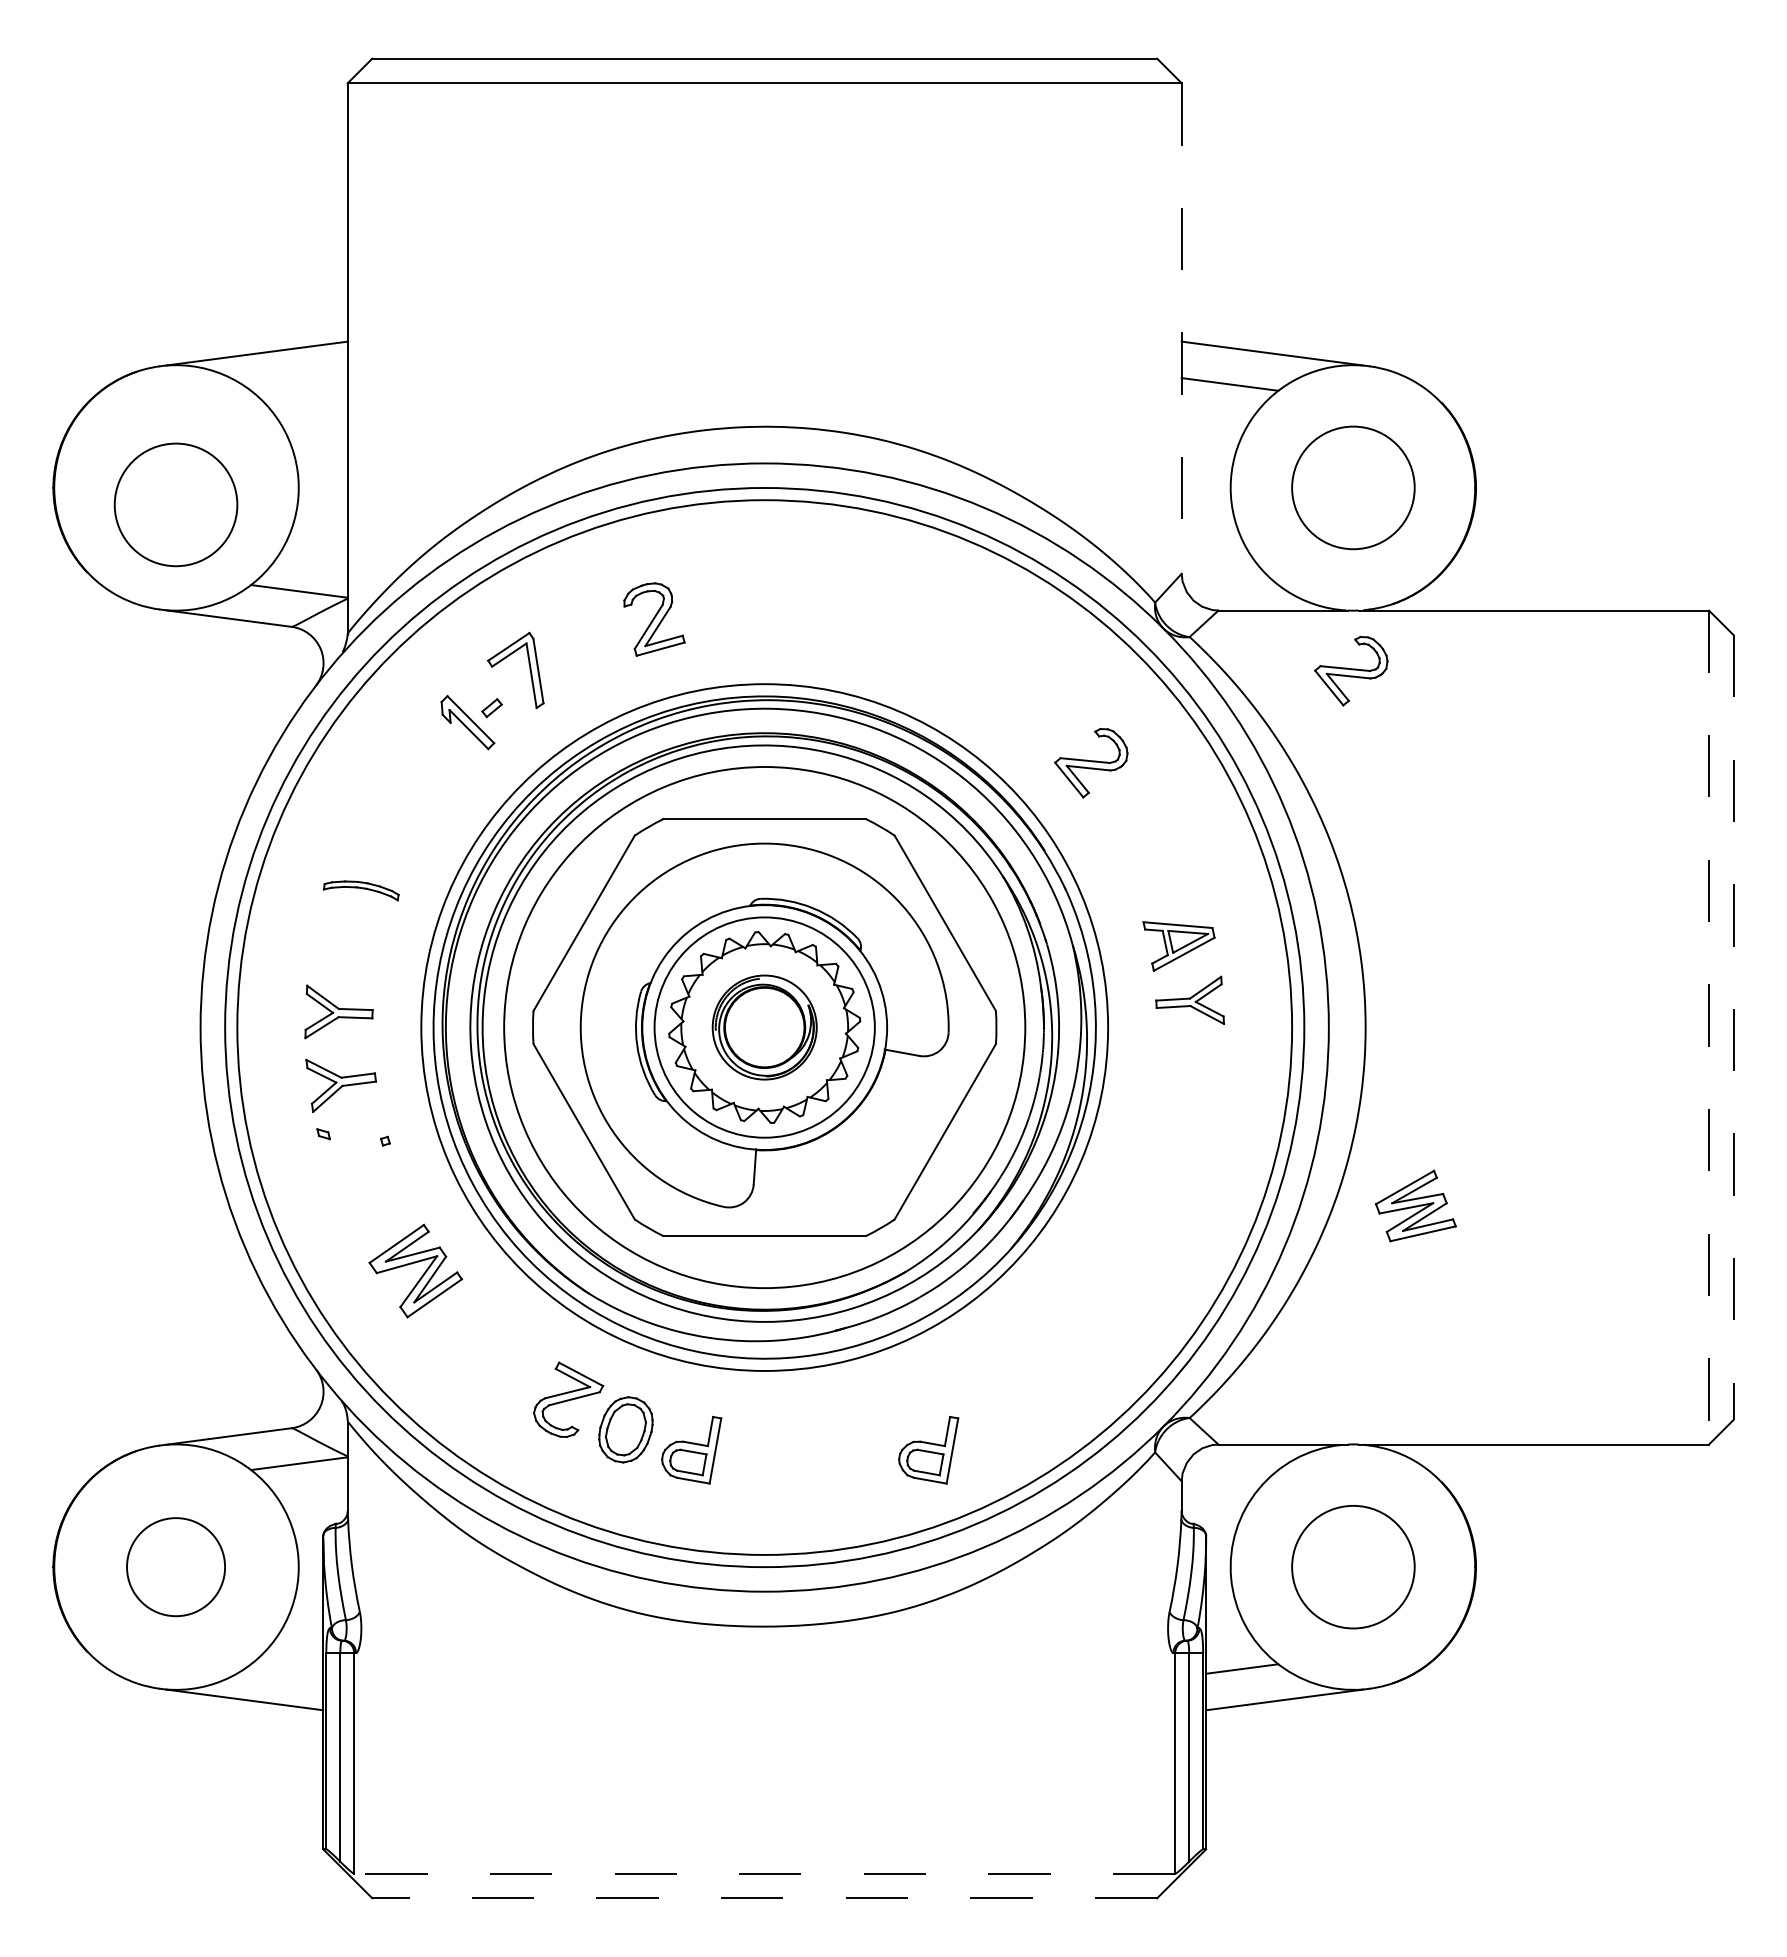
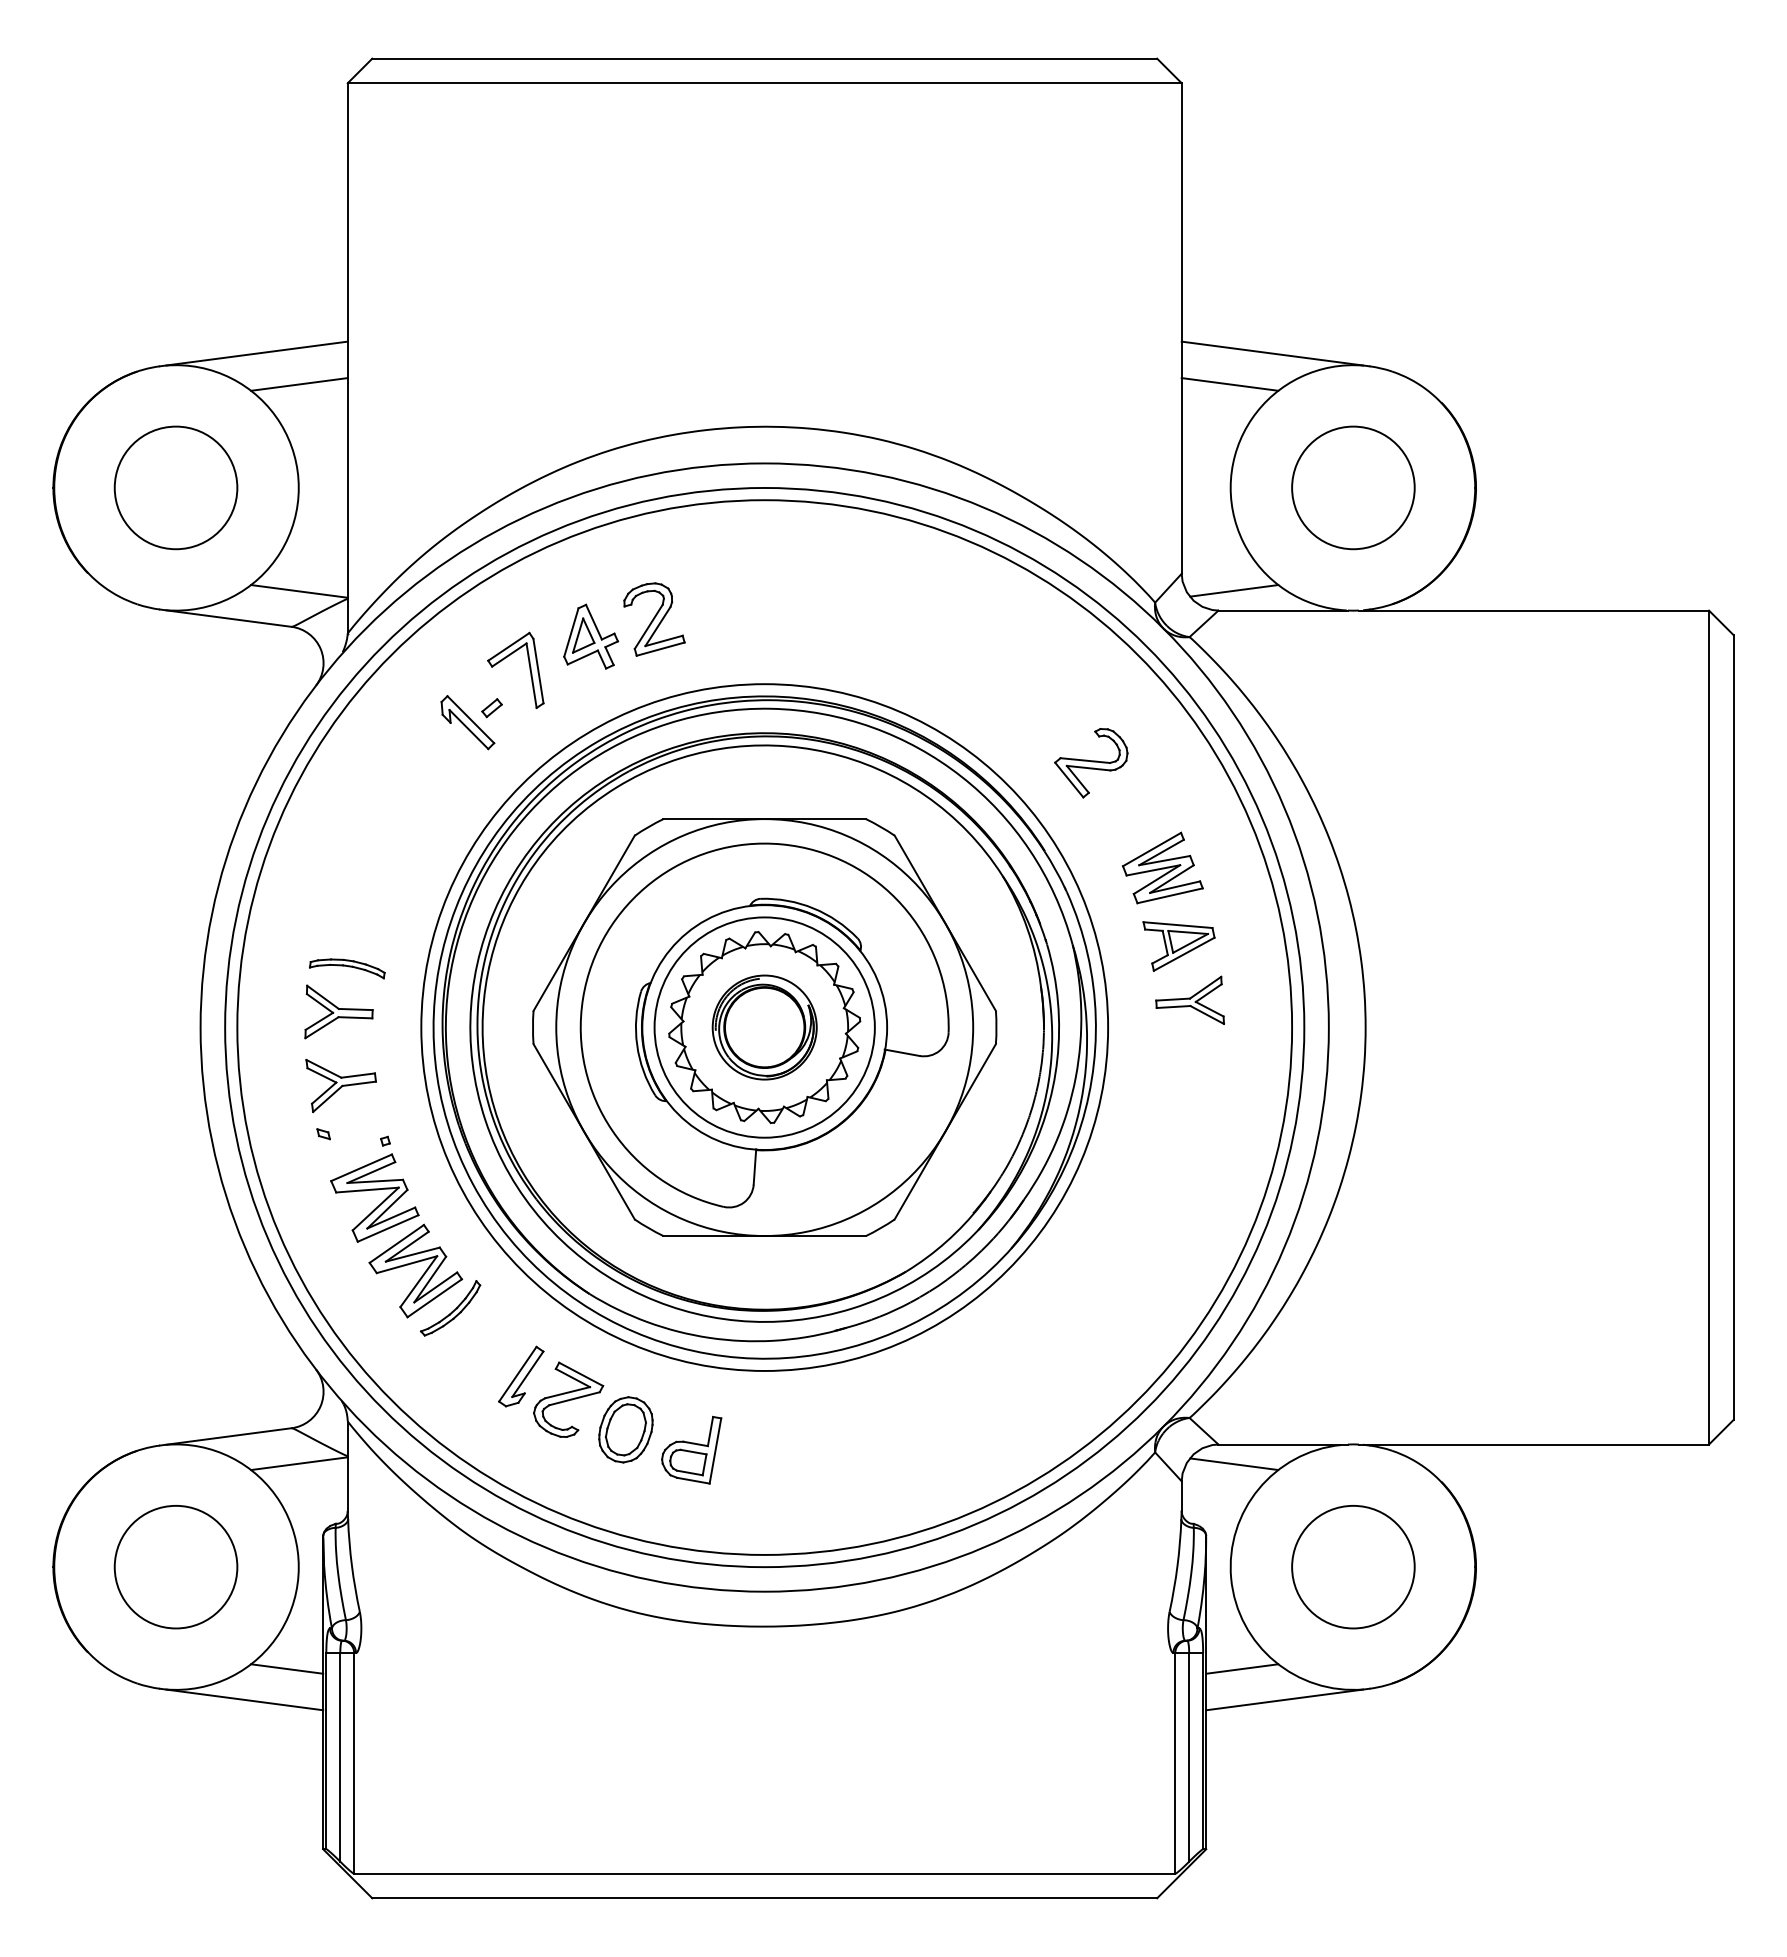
line at (1181, 329): dashed -> solid
line at (299, 384): none -> present
circle at (175, 504) position: (175, 504) -> (175, 487)
line at (1234, 590): none -> present
part at (591, 636): none -> present
part at (1351, 671): present -> none
part at (361, 890) position: (361, 890) -> (347, 968)
circle at (764, 1027) diameter: 521 px -> 417 px
line at (1709, 1027): dashed -> solid
line at (1733, 1028): dashed -> solid
part at (374, 1190): none -> present
part at (1415, 1205) position: (1415, 1205) -> (1162, 867)
part at (450, 1308): none -> present
part at (521, 1376): none -> present
part at (928, 1449): present -> none
line at (1234, 1464): none -> present
circle at (176, 1567) diameter: 98 px -> 123 px
line at (287, 1668): none -> present
line at (764, 1873): dashed -> solid
line at (764, 1898): dashed -> solid
